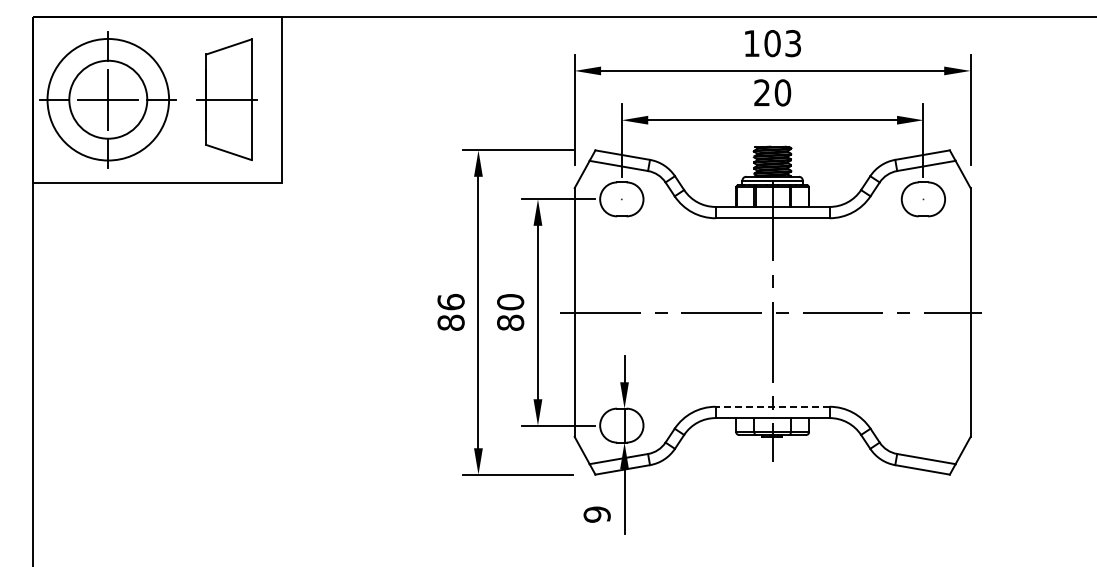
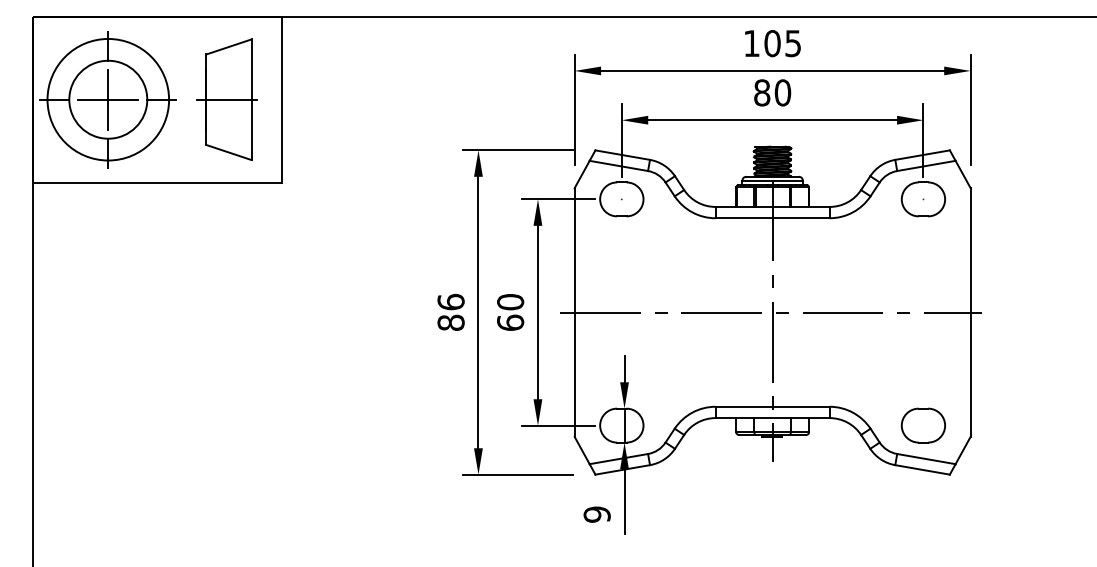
text at (793, 43): 103 -> 105
text at (762, 92): 20 -> 80
text at (510, 322): 80 -> 60
line at (772, 406): dashed -> solid
part at (922, 425): none -> present
